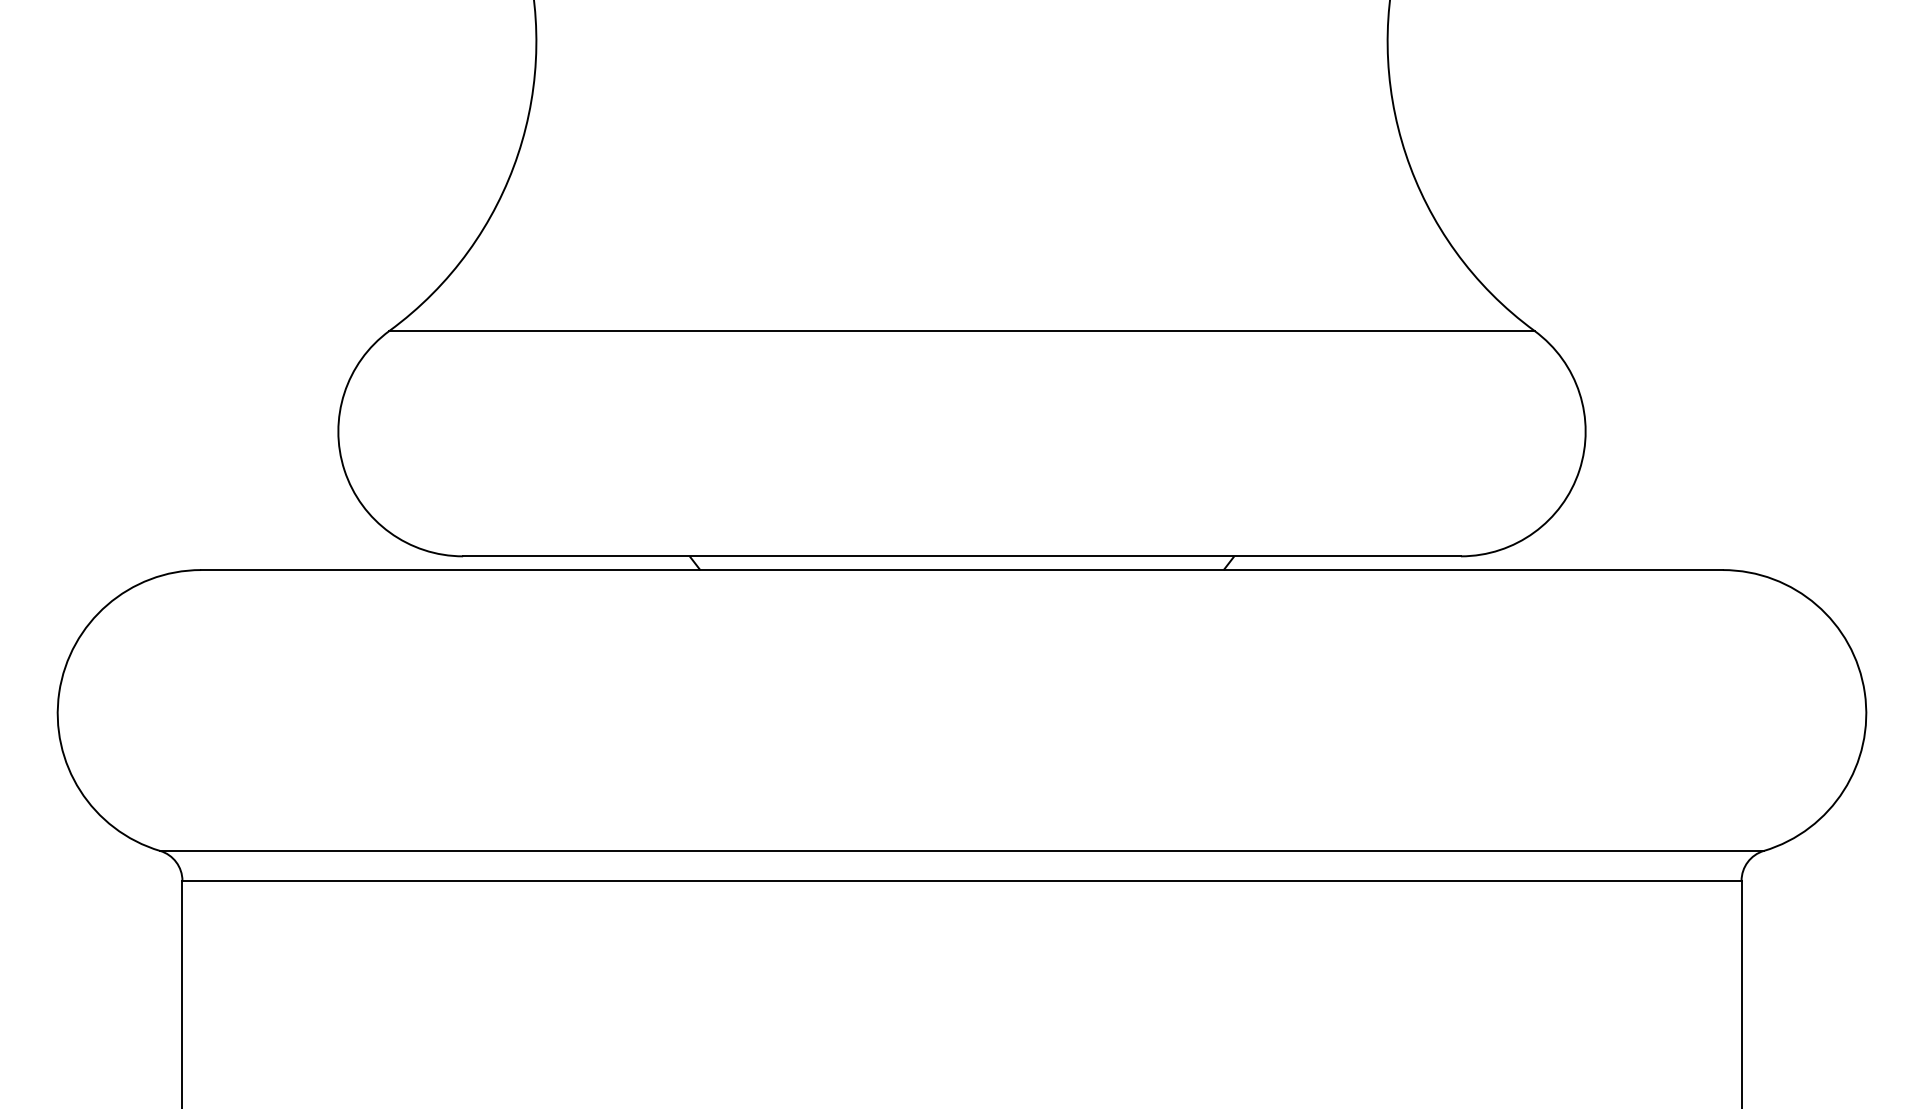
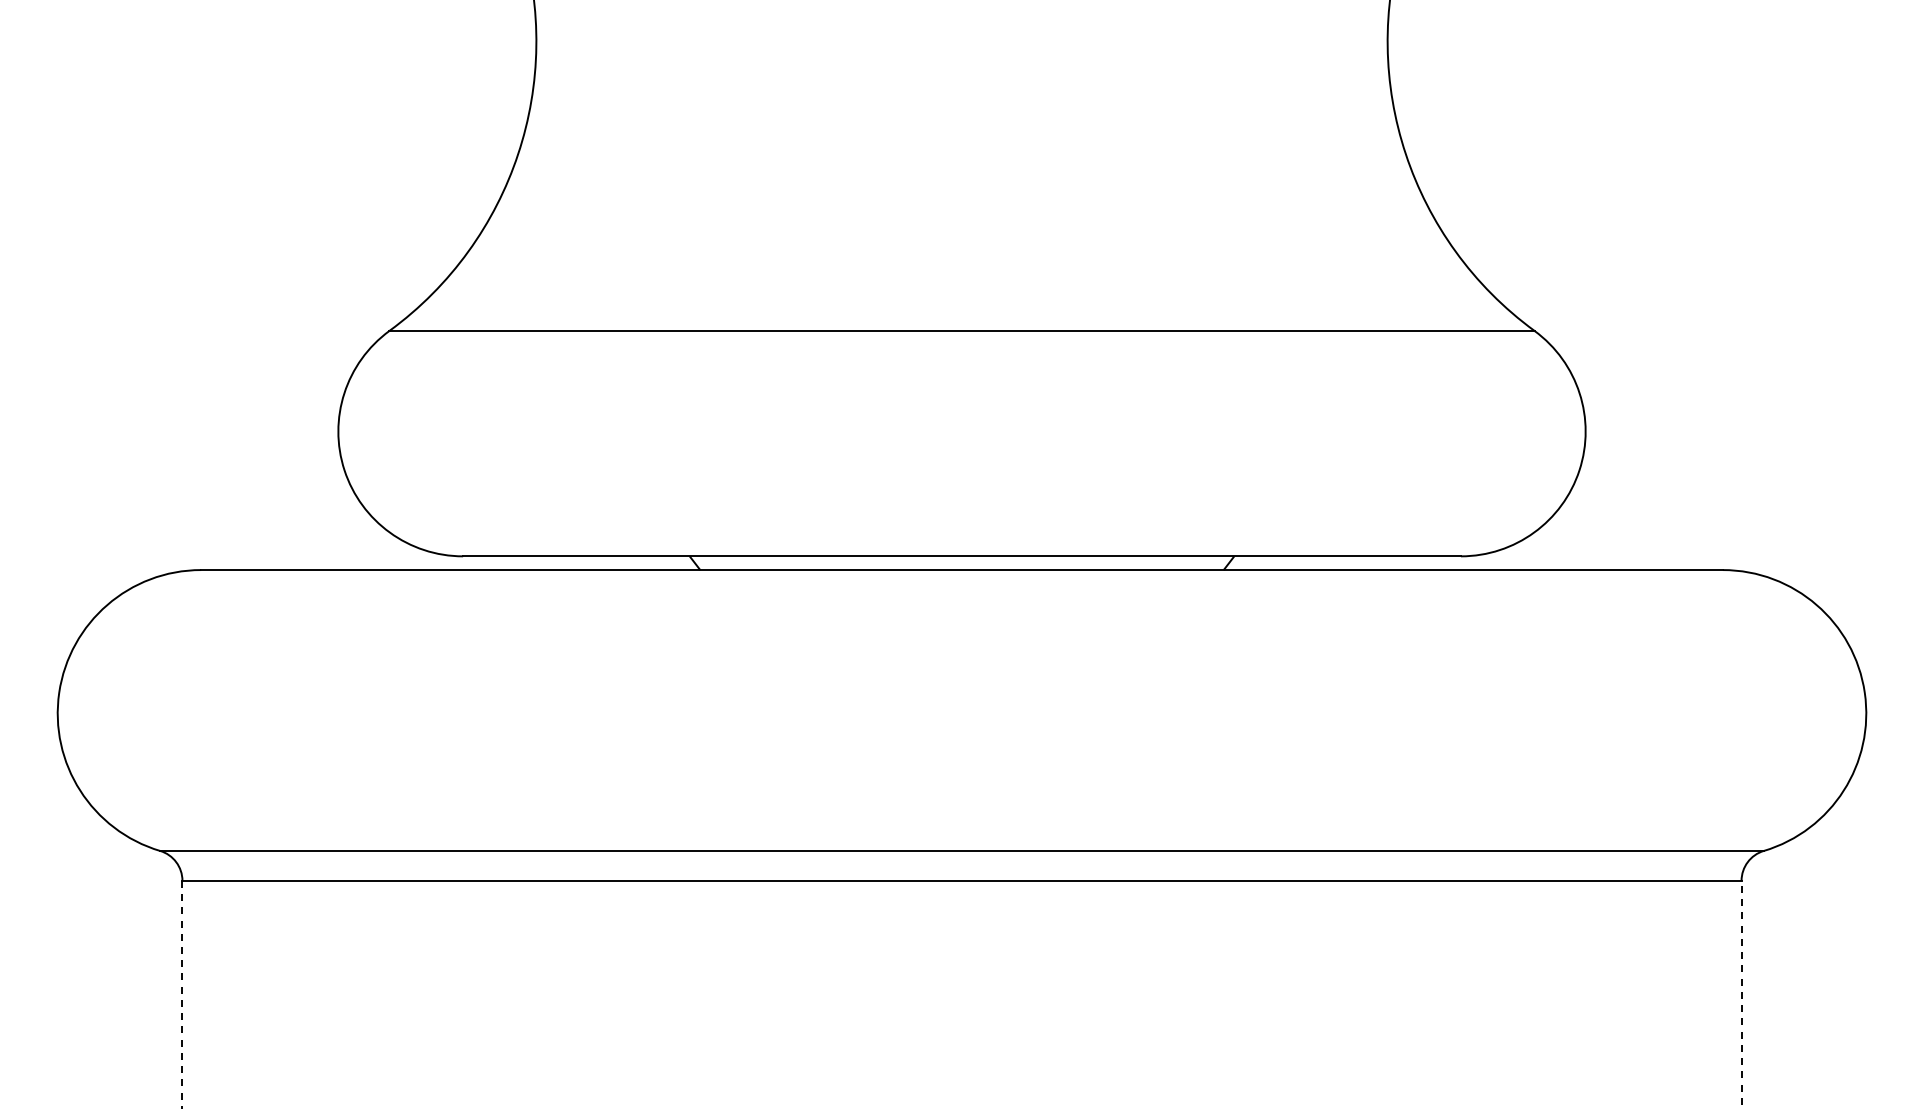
line at (182, 994): solid -> dashed
line at (1741, 994): solid -> dashed
